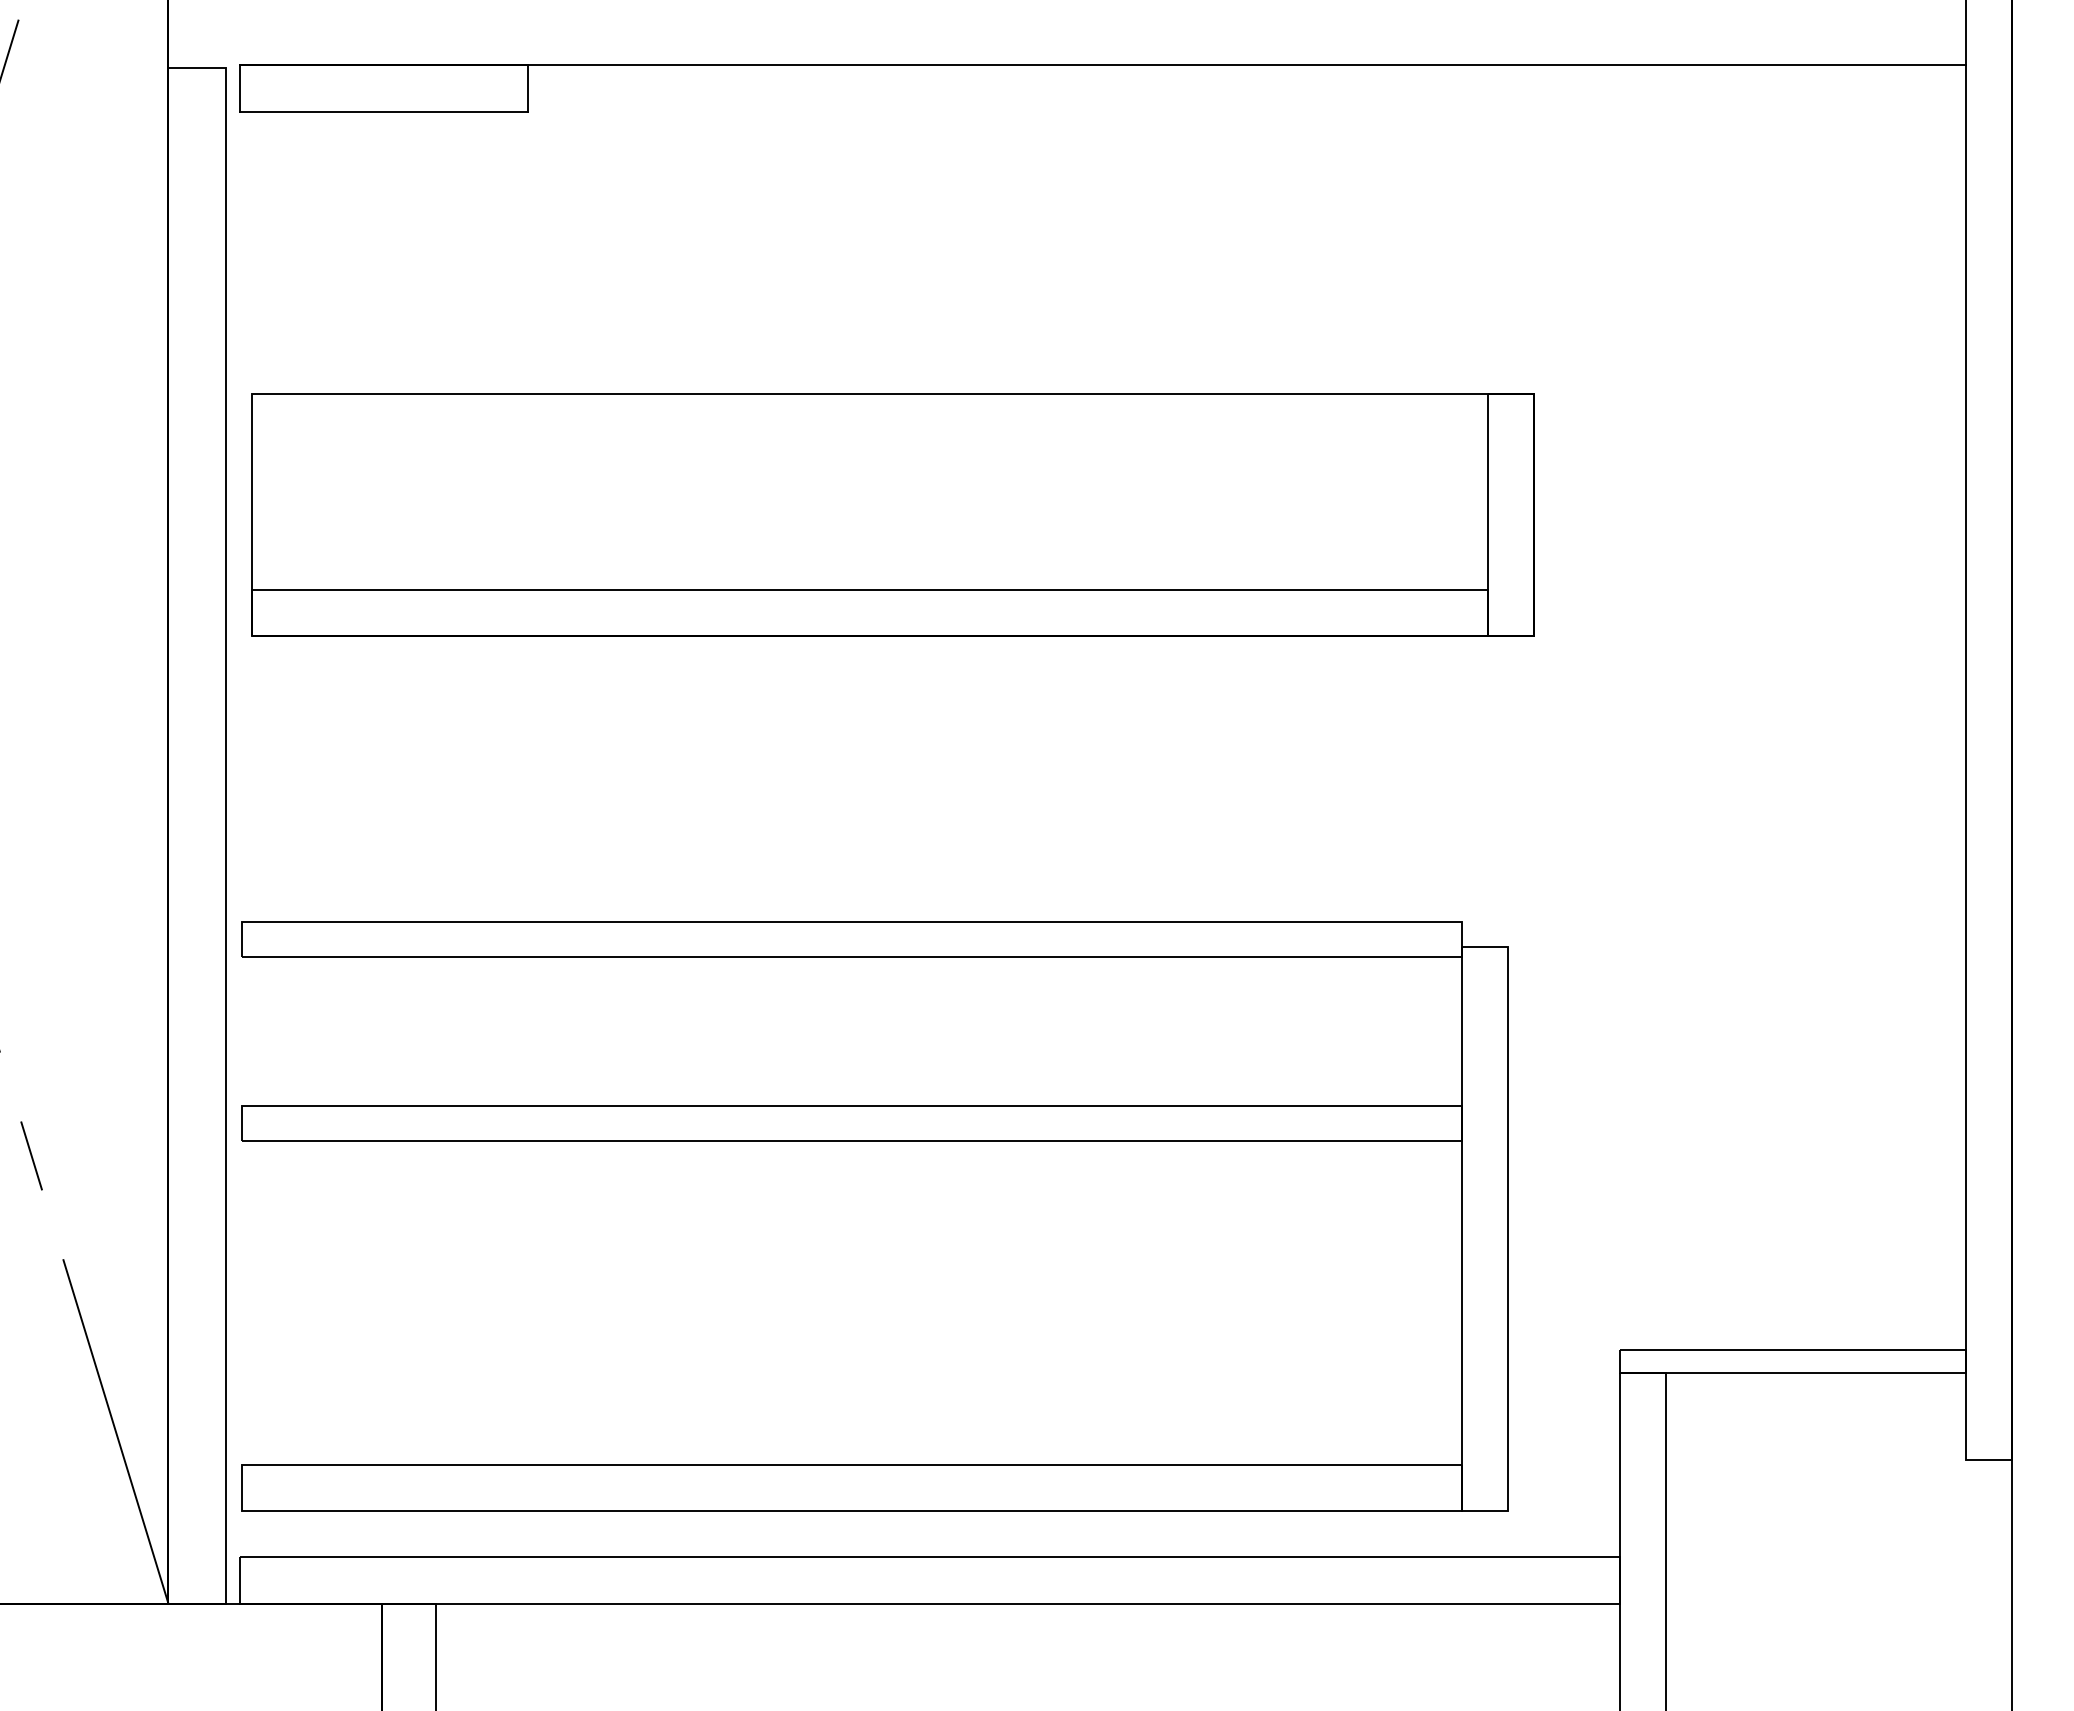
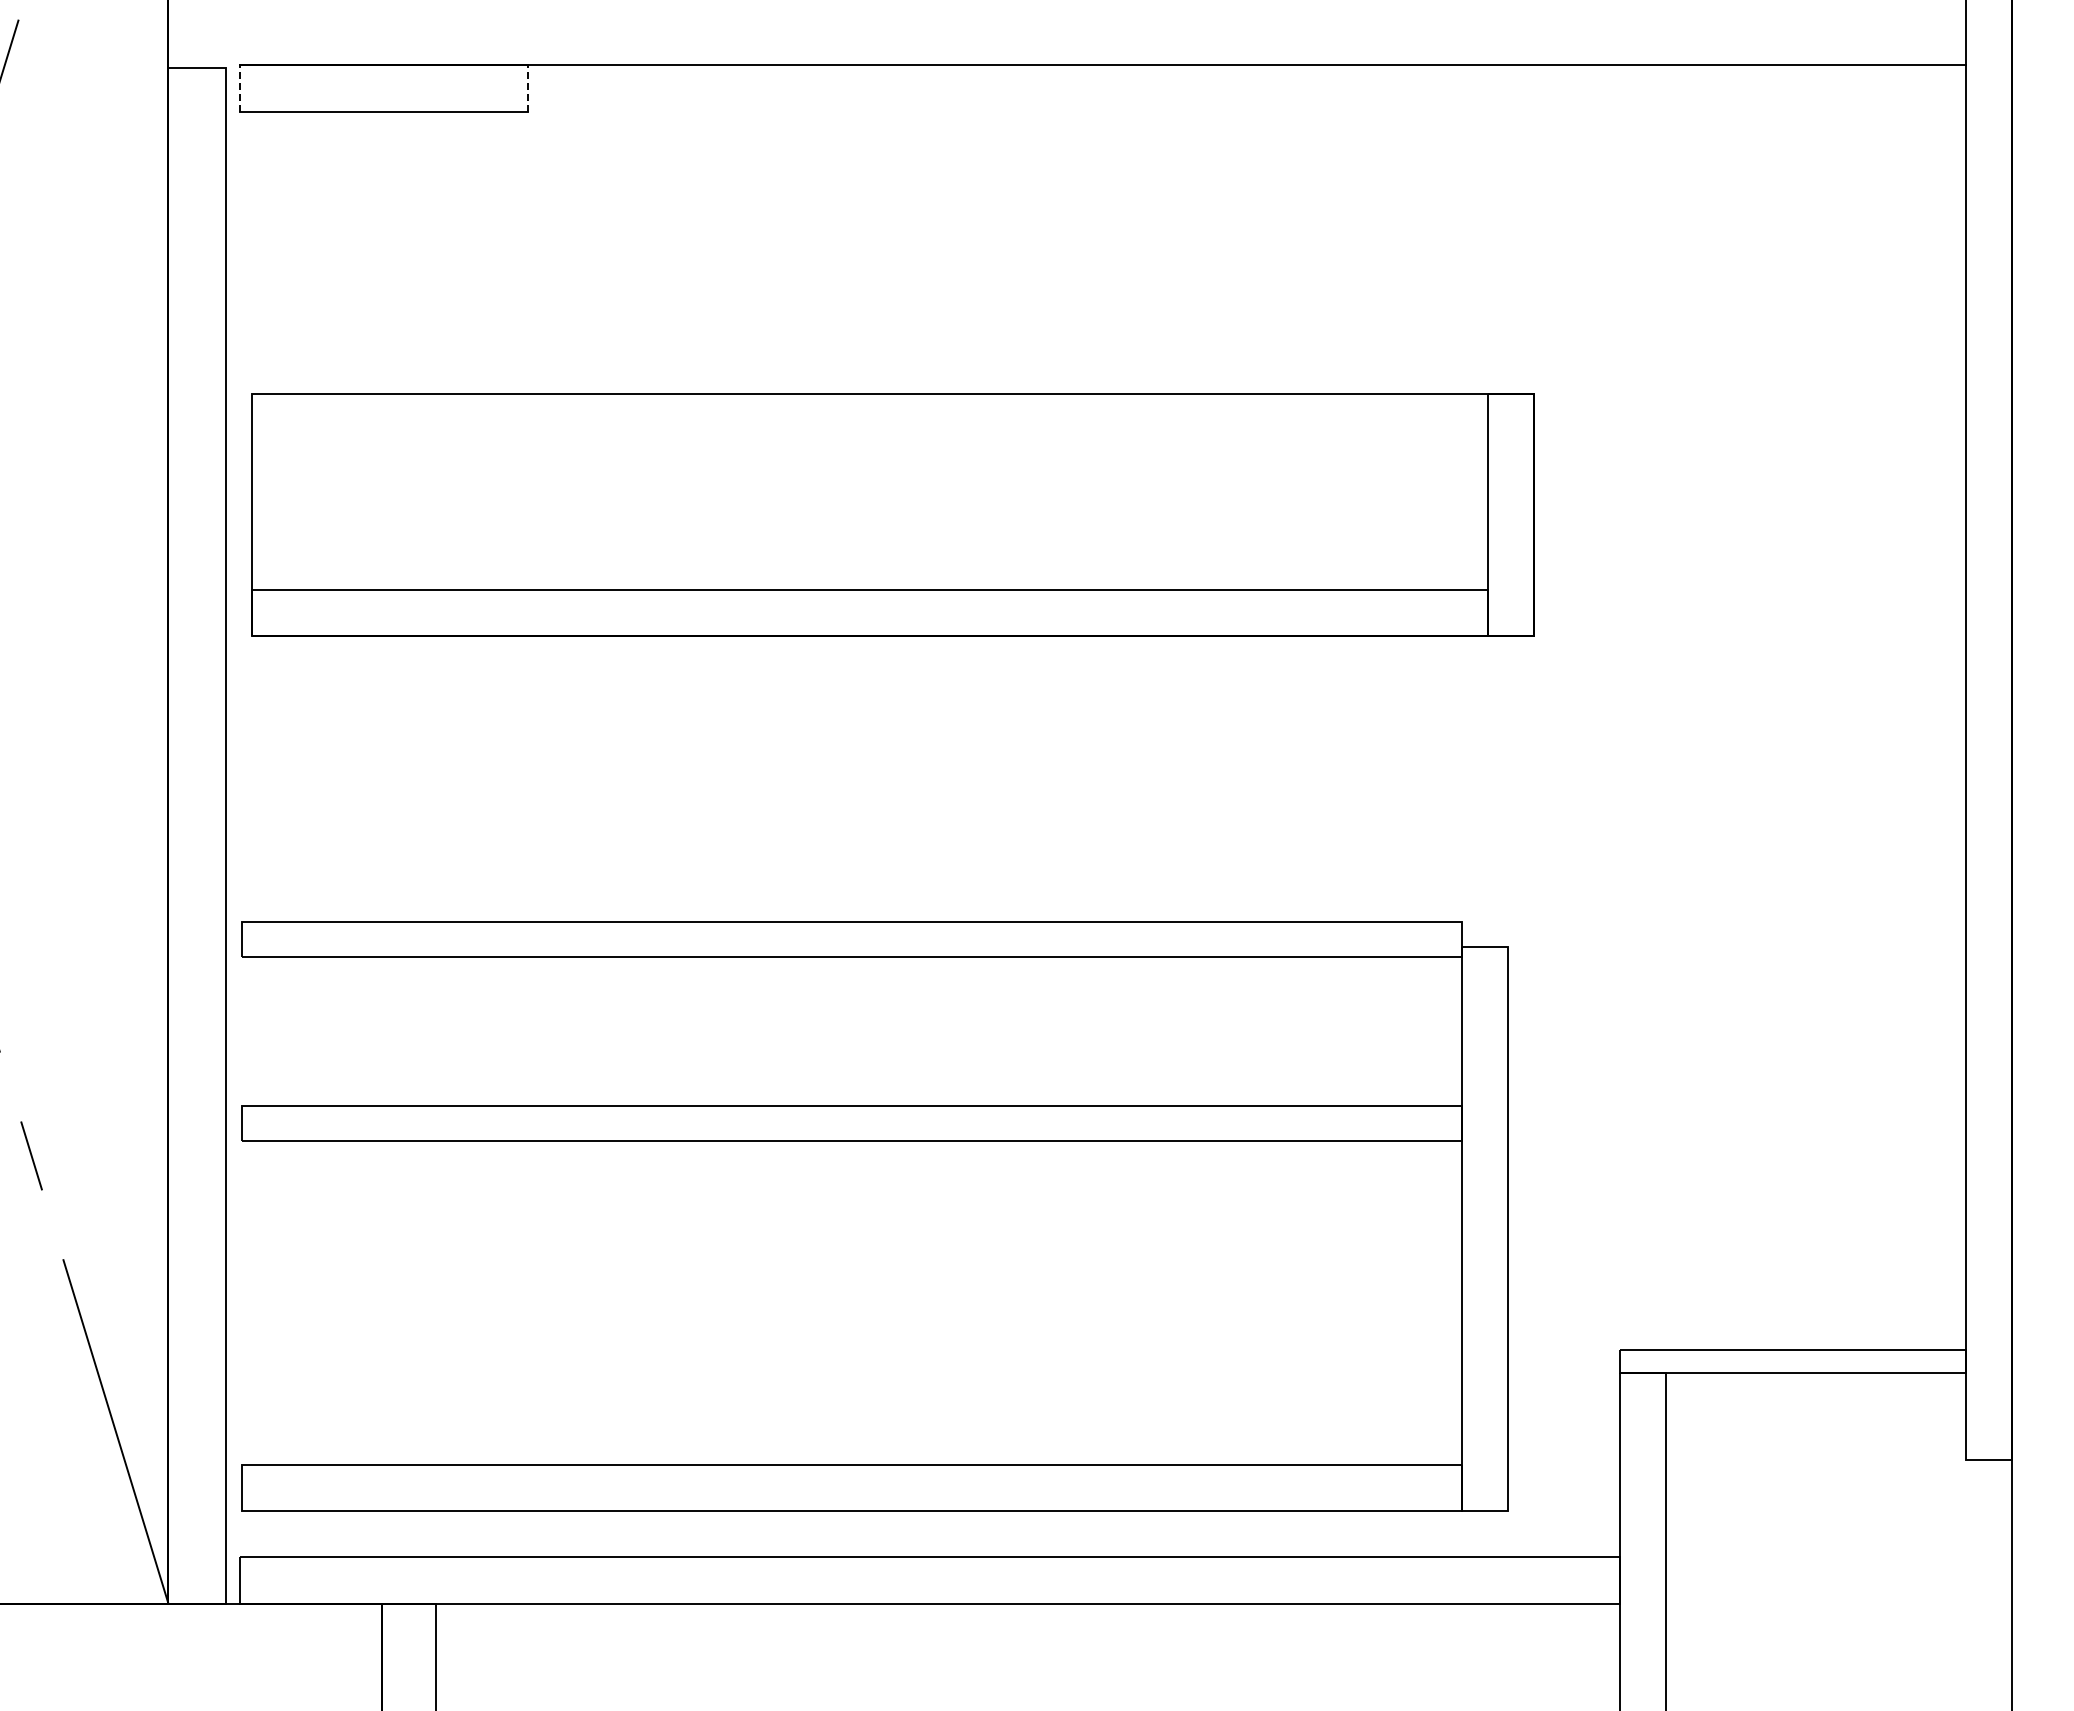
line at (240, 88): solid -> dashed
line at (528, 88): solid -> dashed
